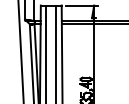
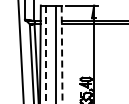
line at (46, 54): solid -> dashed
line at (62, 54): solid -> dashed
